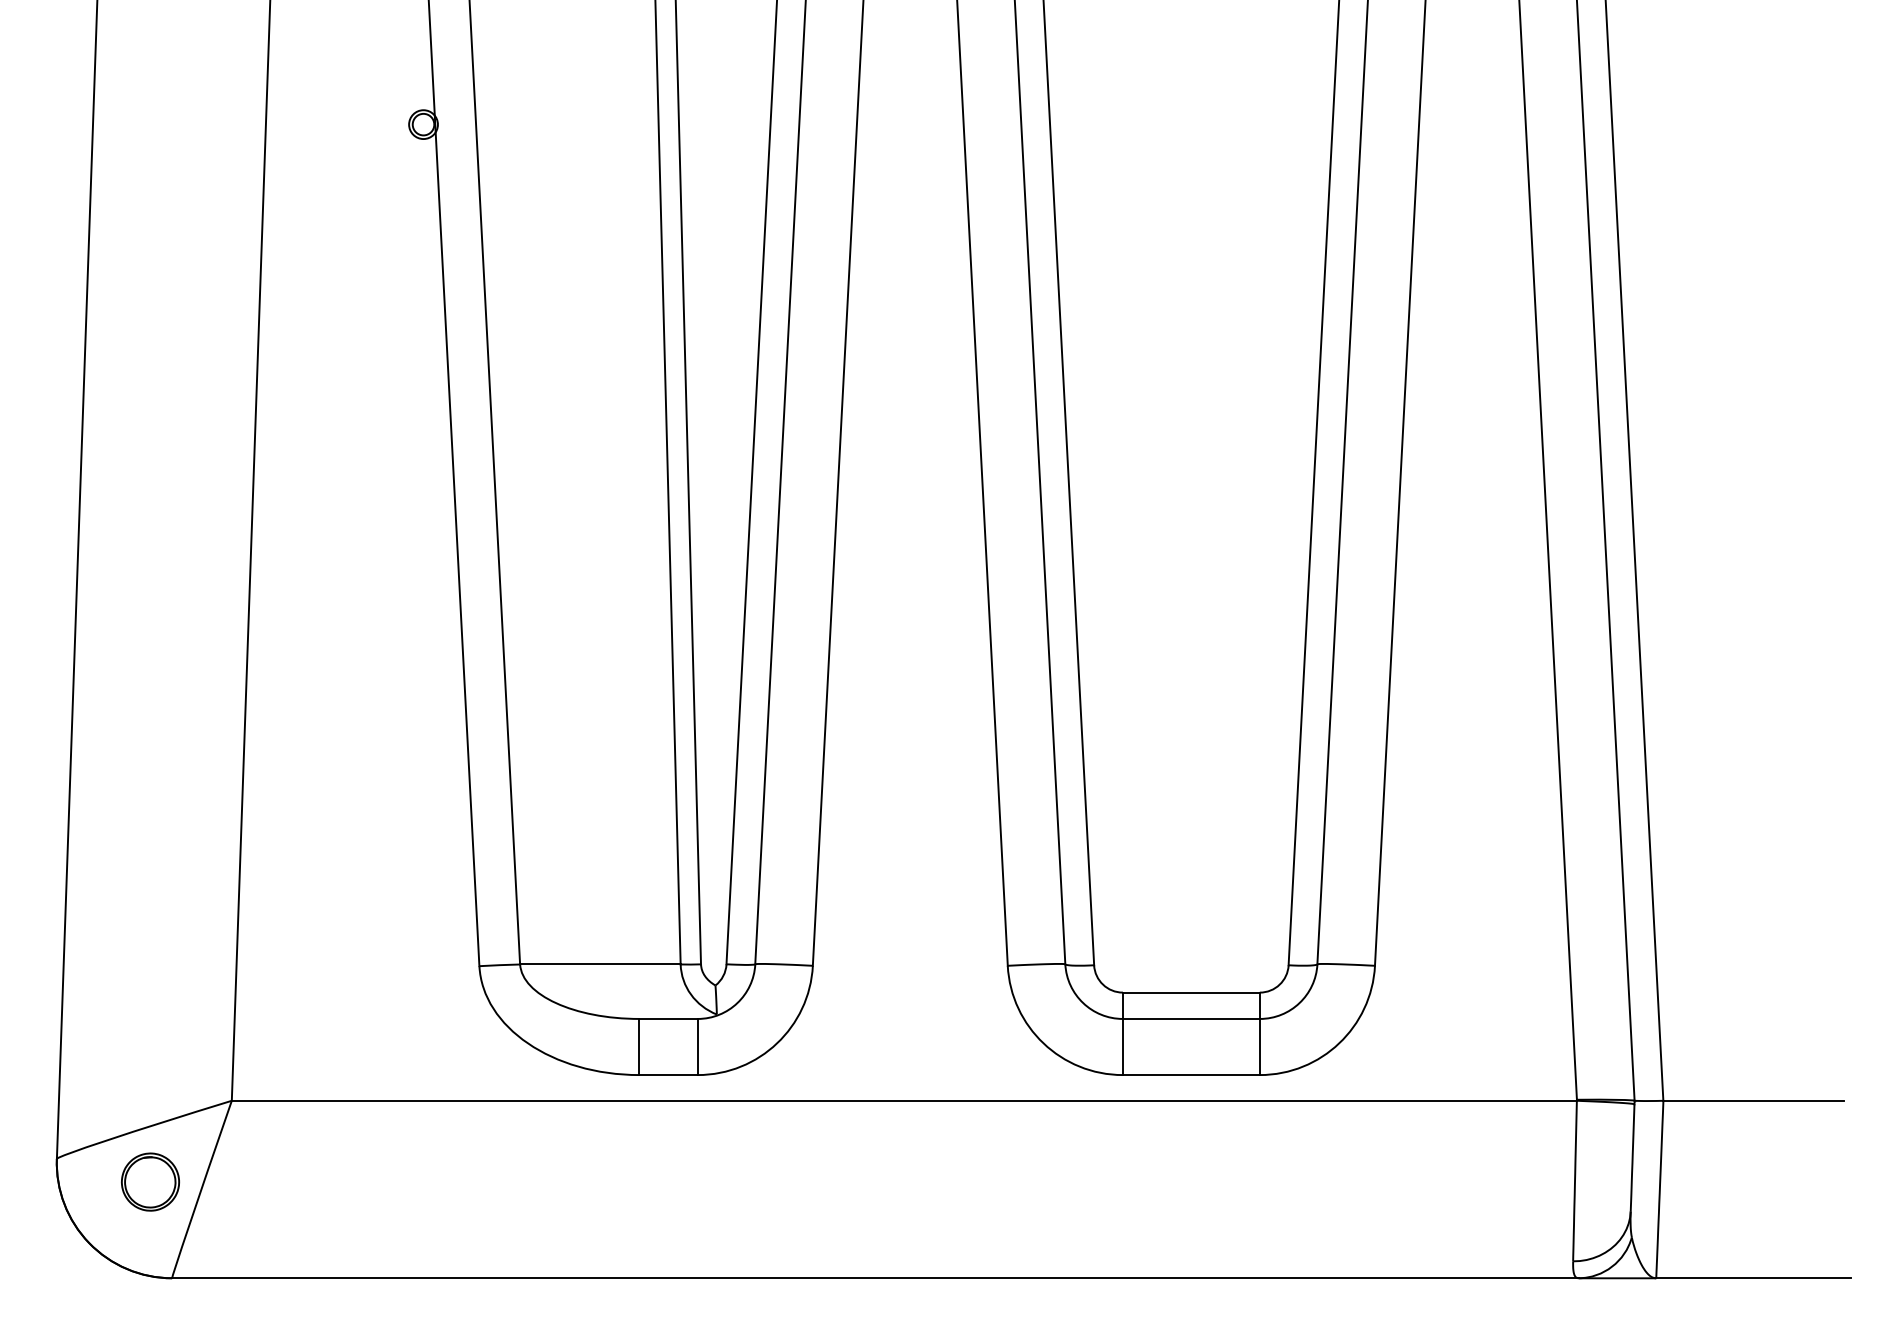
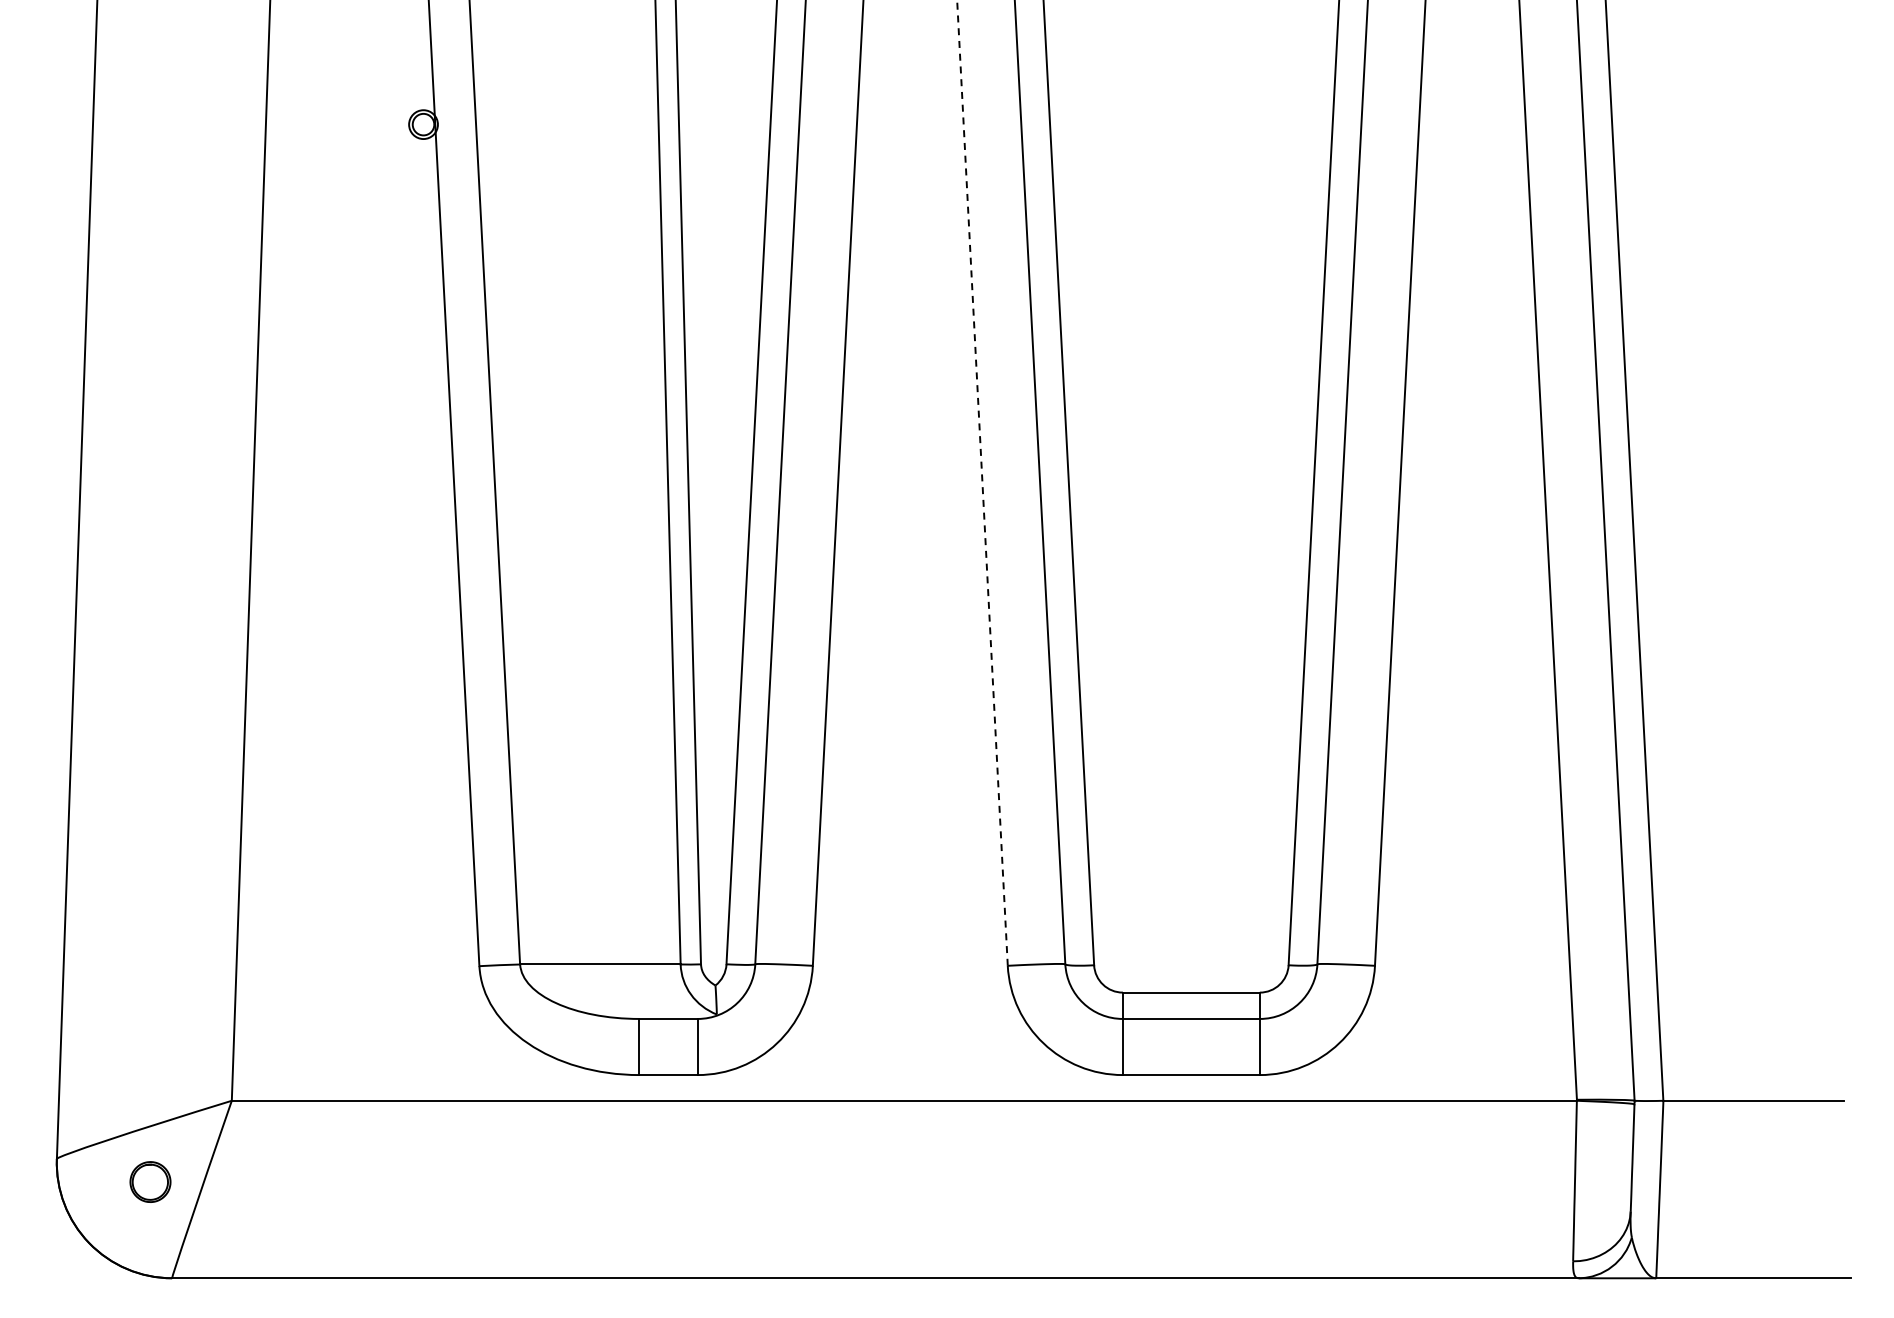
line at (982, 482): solid -> dashed
part at (150, 1181) size: 59x60 px -> 43x42 px
